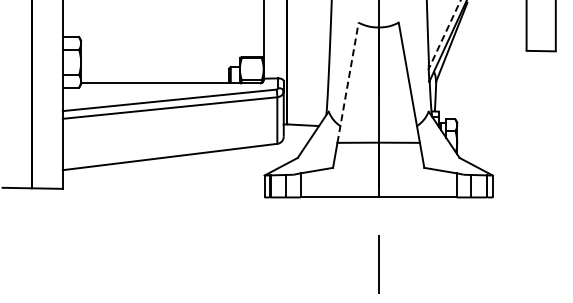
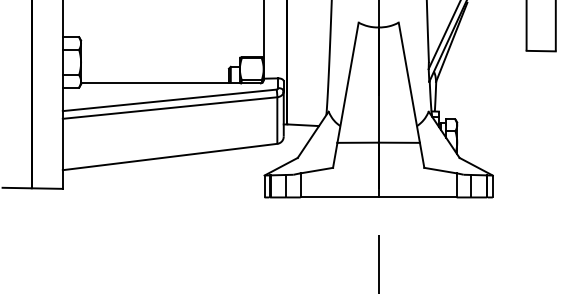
line at (444, 34): dashed -> solid
line at (348, 82): dashed -> solid
